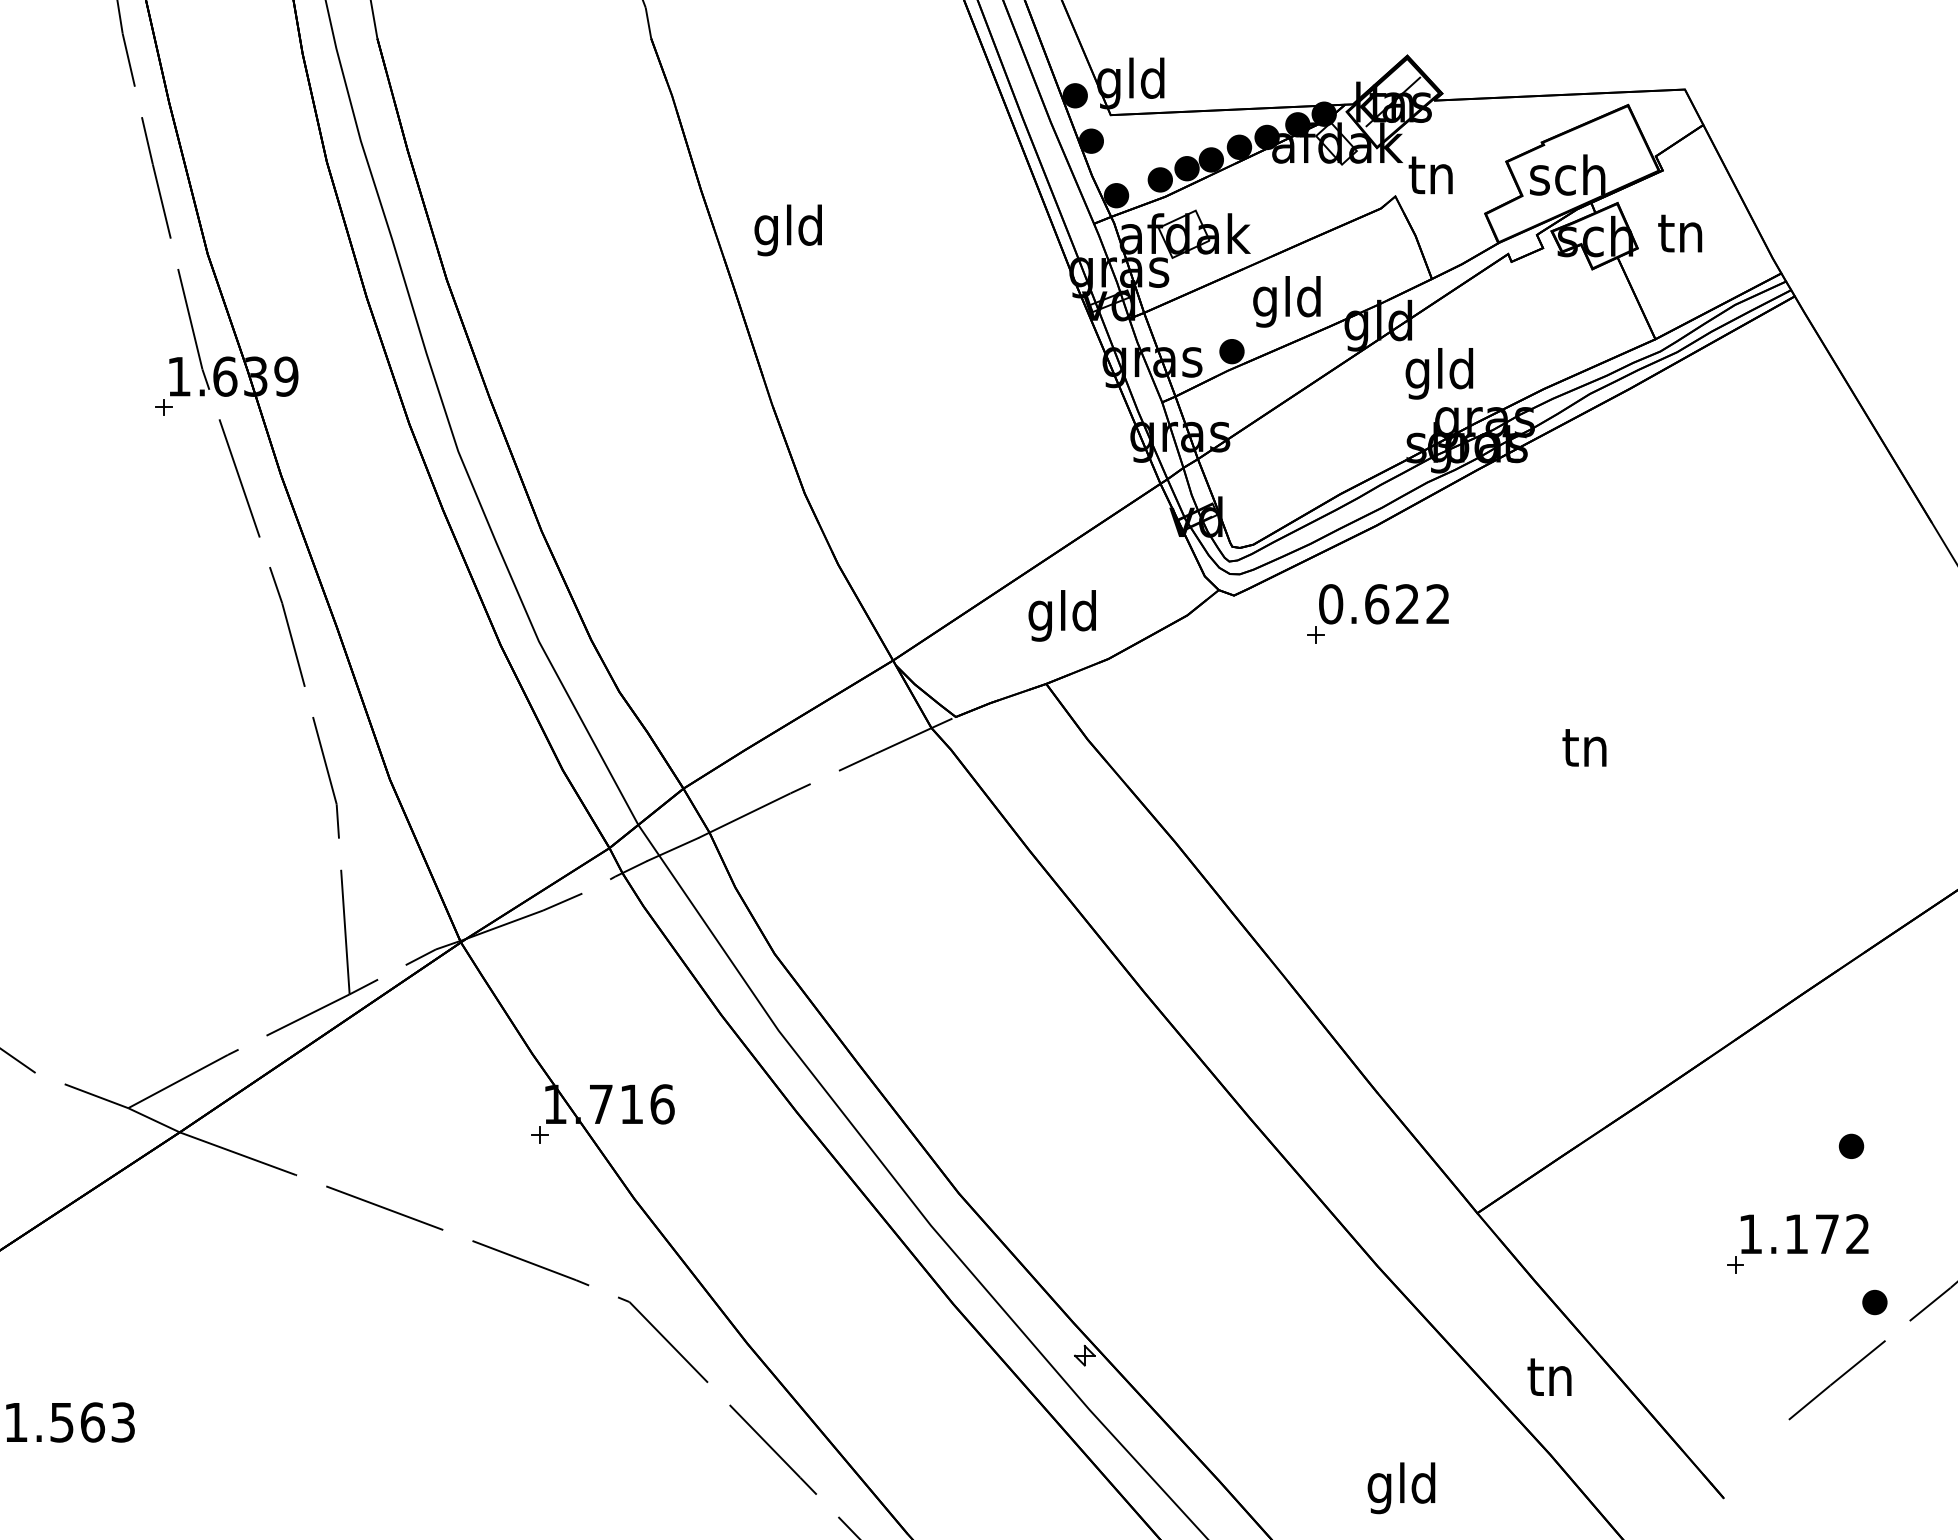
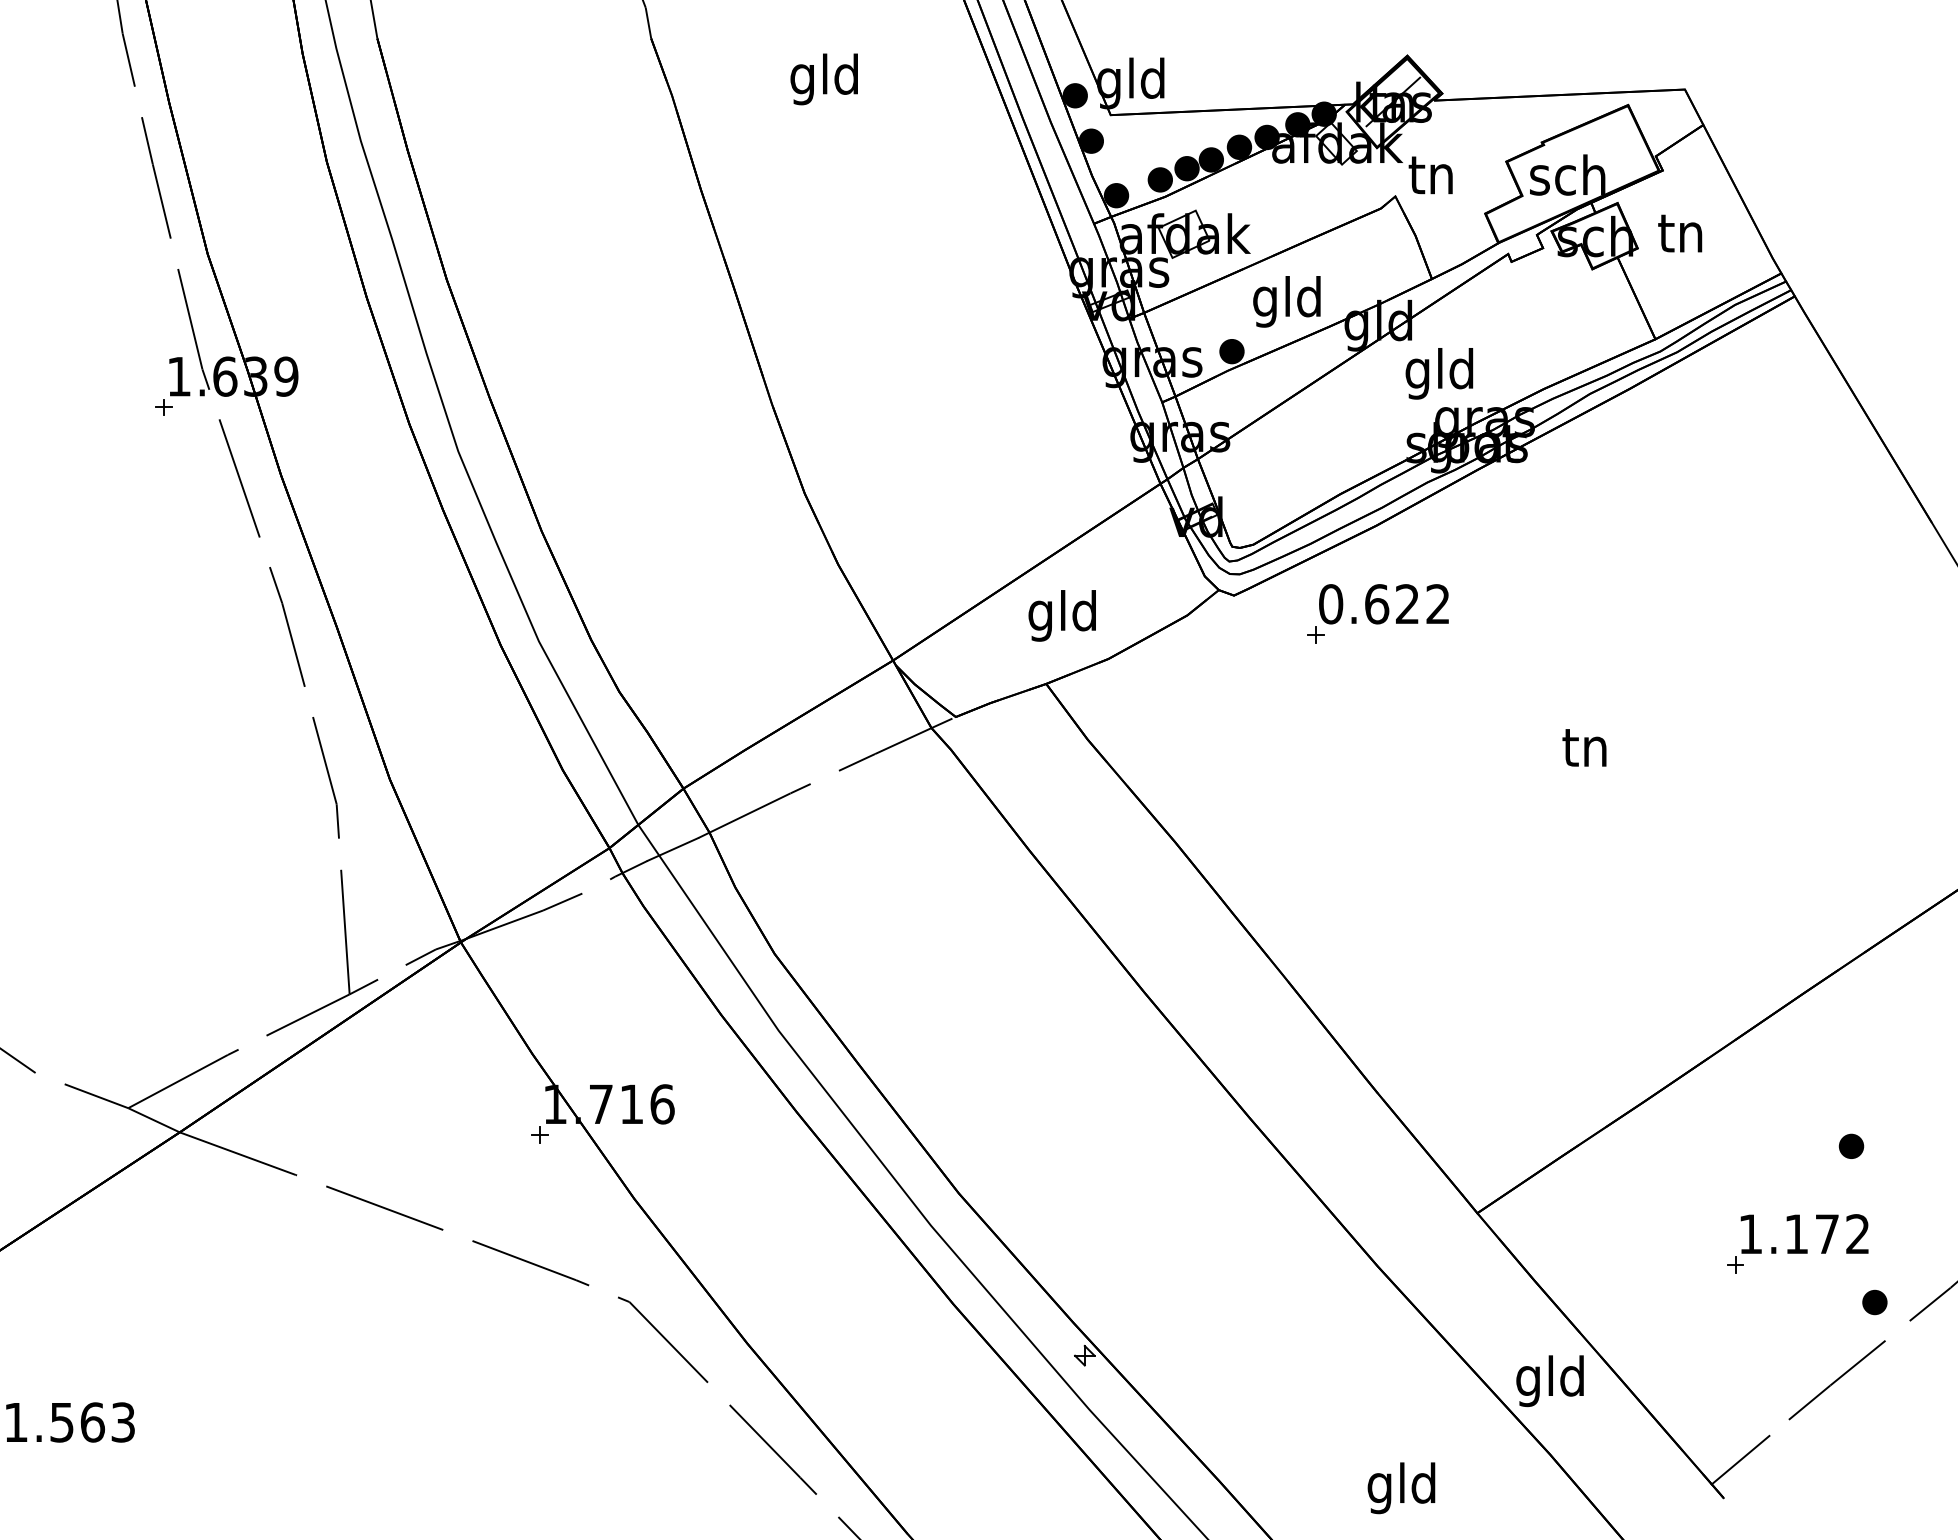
text at (787, 230) position: (787, 230) -> (823, 79)
text at (1549, 1381): tn -> gld
line at (1740, 1459): none -> present
